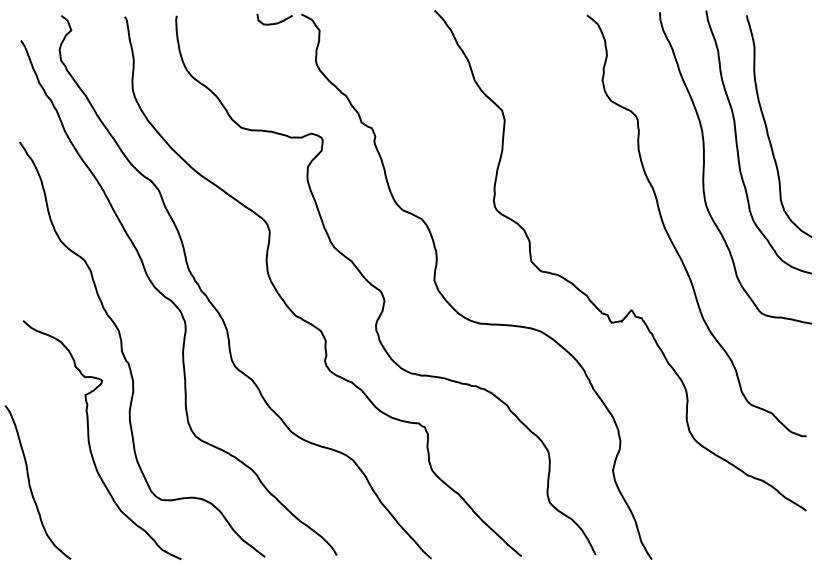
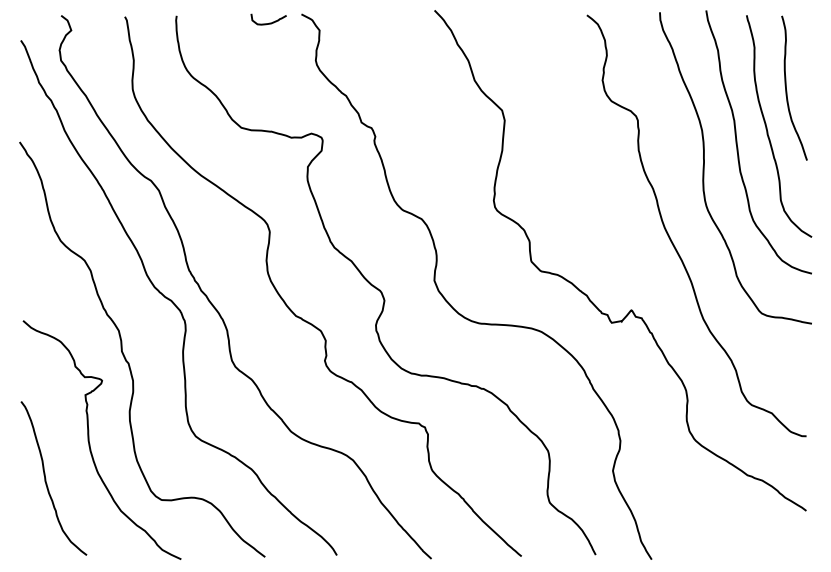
curve at (275, 22) position: (275, 22) -> (269, 22)
curve at (787, 90): none -> present
curve at (30, 482) position: (30, 482) -> (46, 478)
